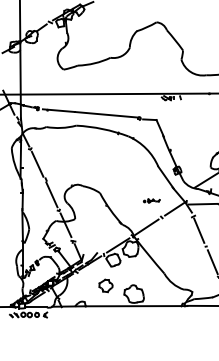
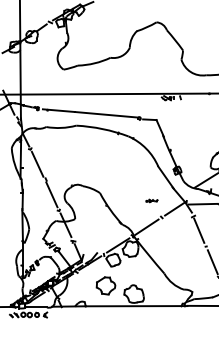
part at (151, 200) size: 18x6 px -> 14x6 px
part at (105, 285) size: 16x16 px -> 22x20 px
